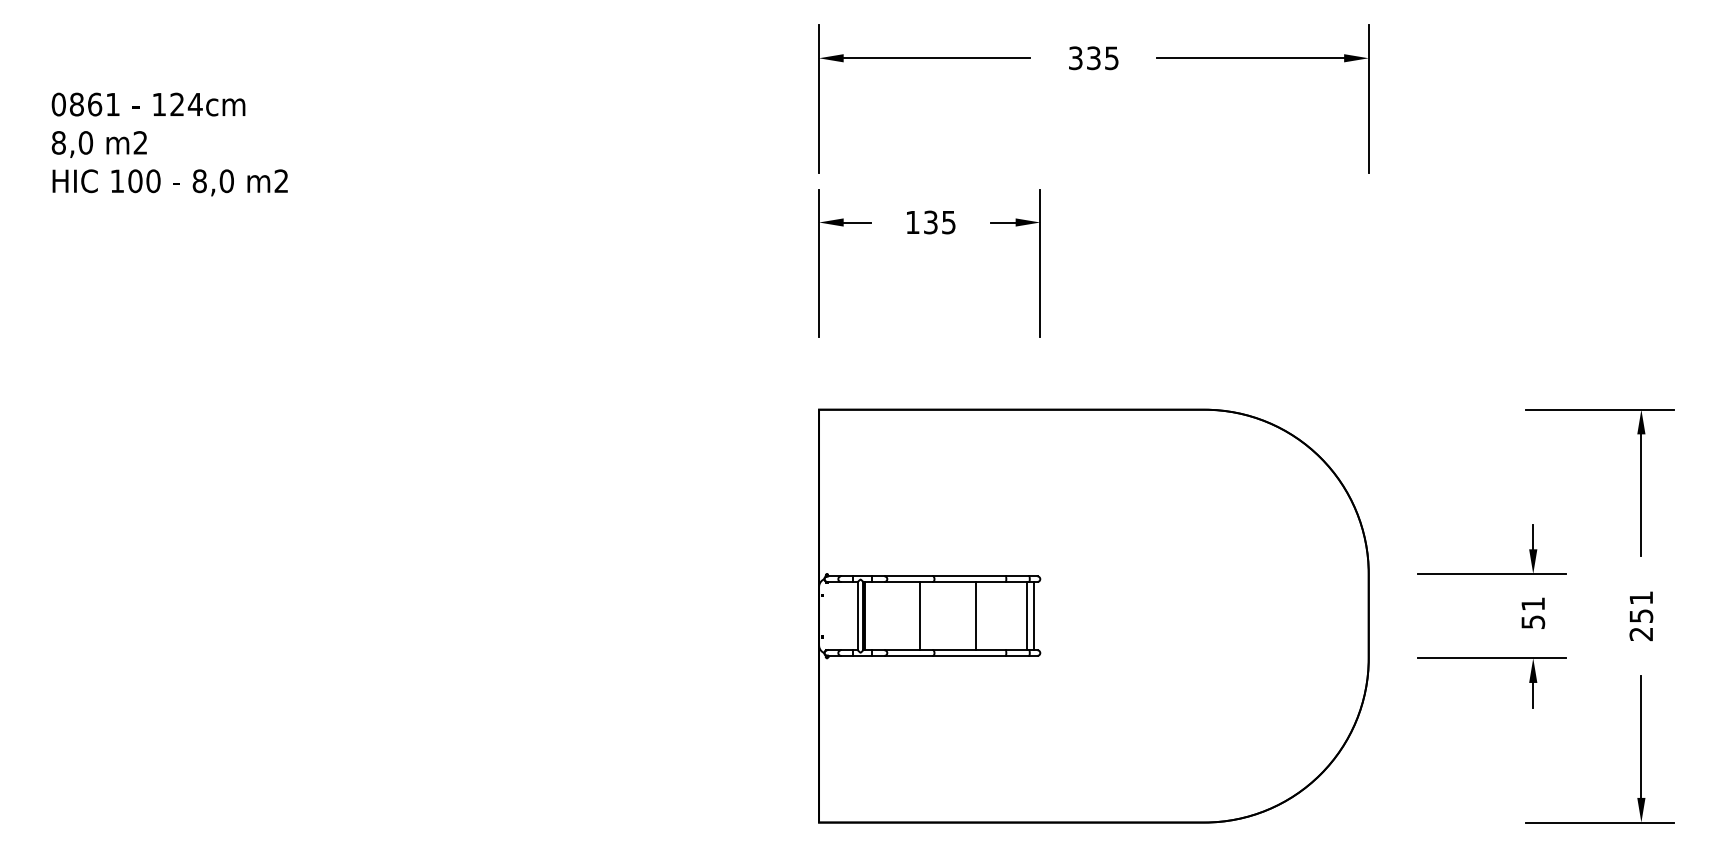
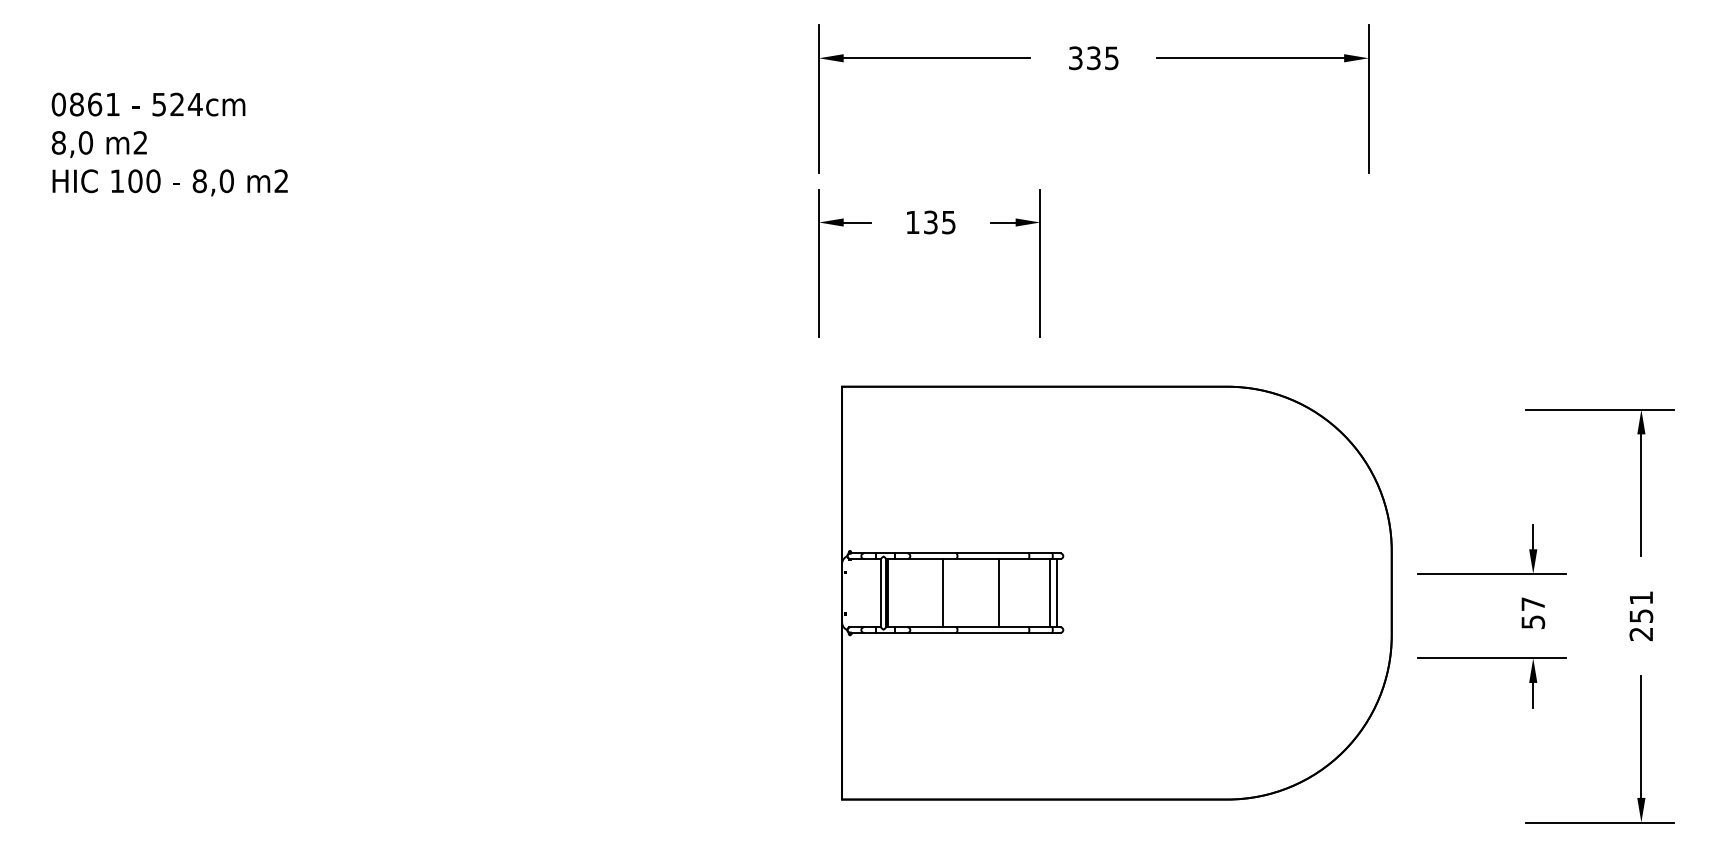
text at (158, 104): 124cm -> 524cm
text at (1532, 603): 51 -> 57
part at (1093, 615) position: (1093, 615) -> (1116, 592)
